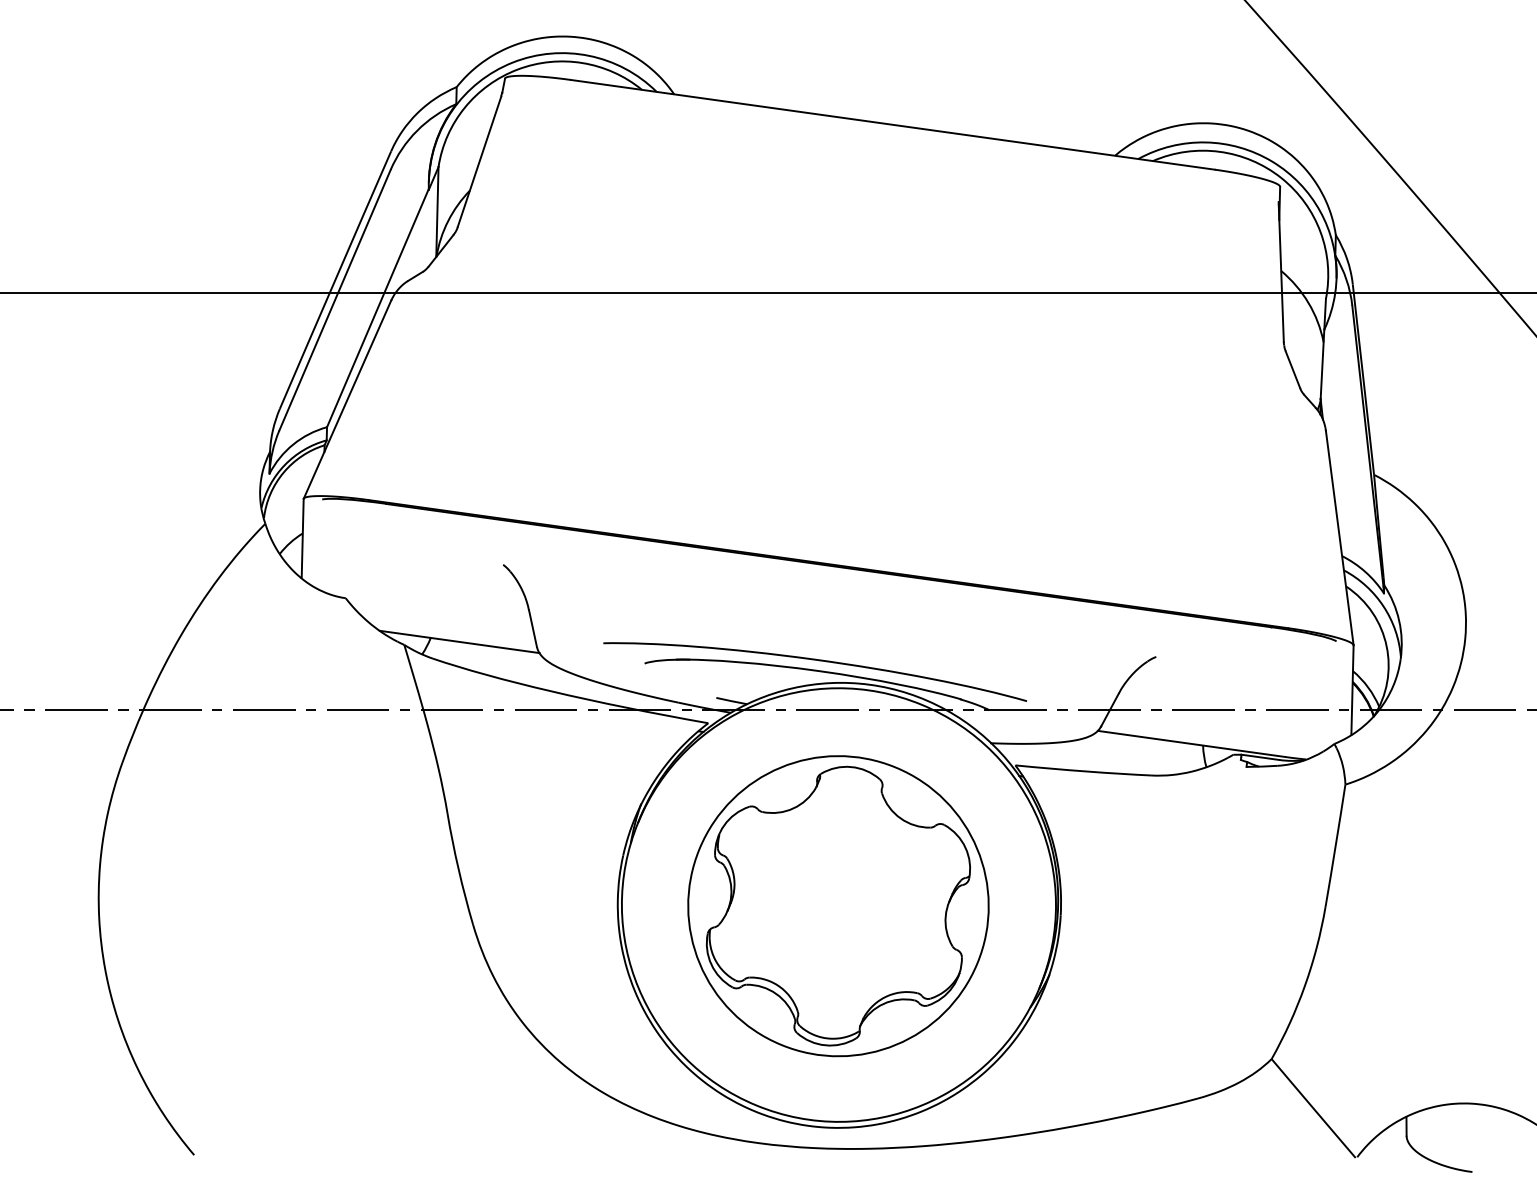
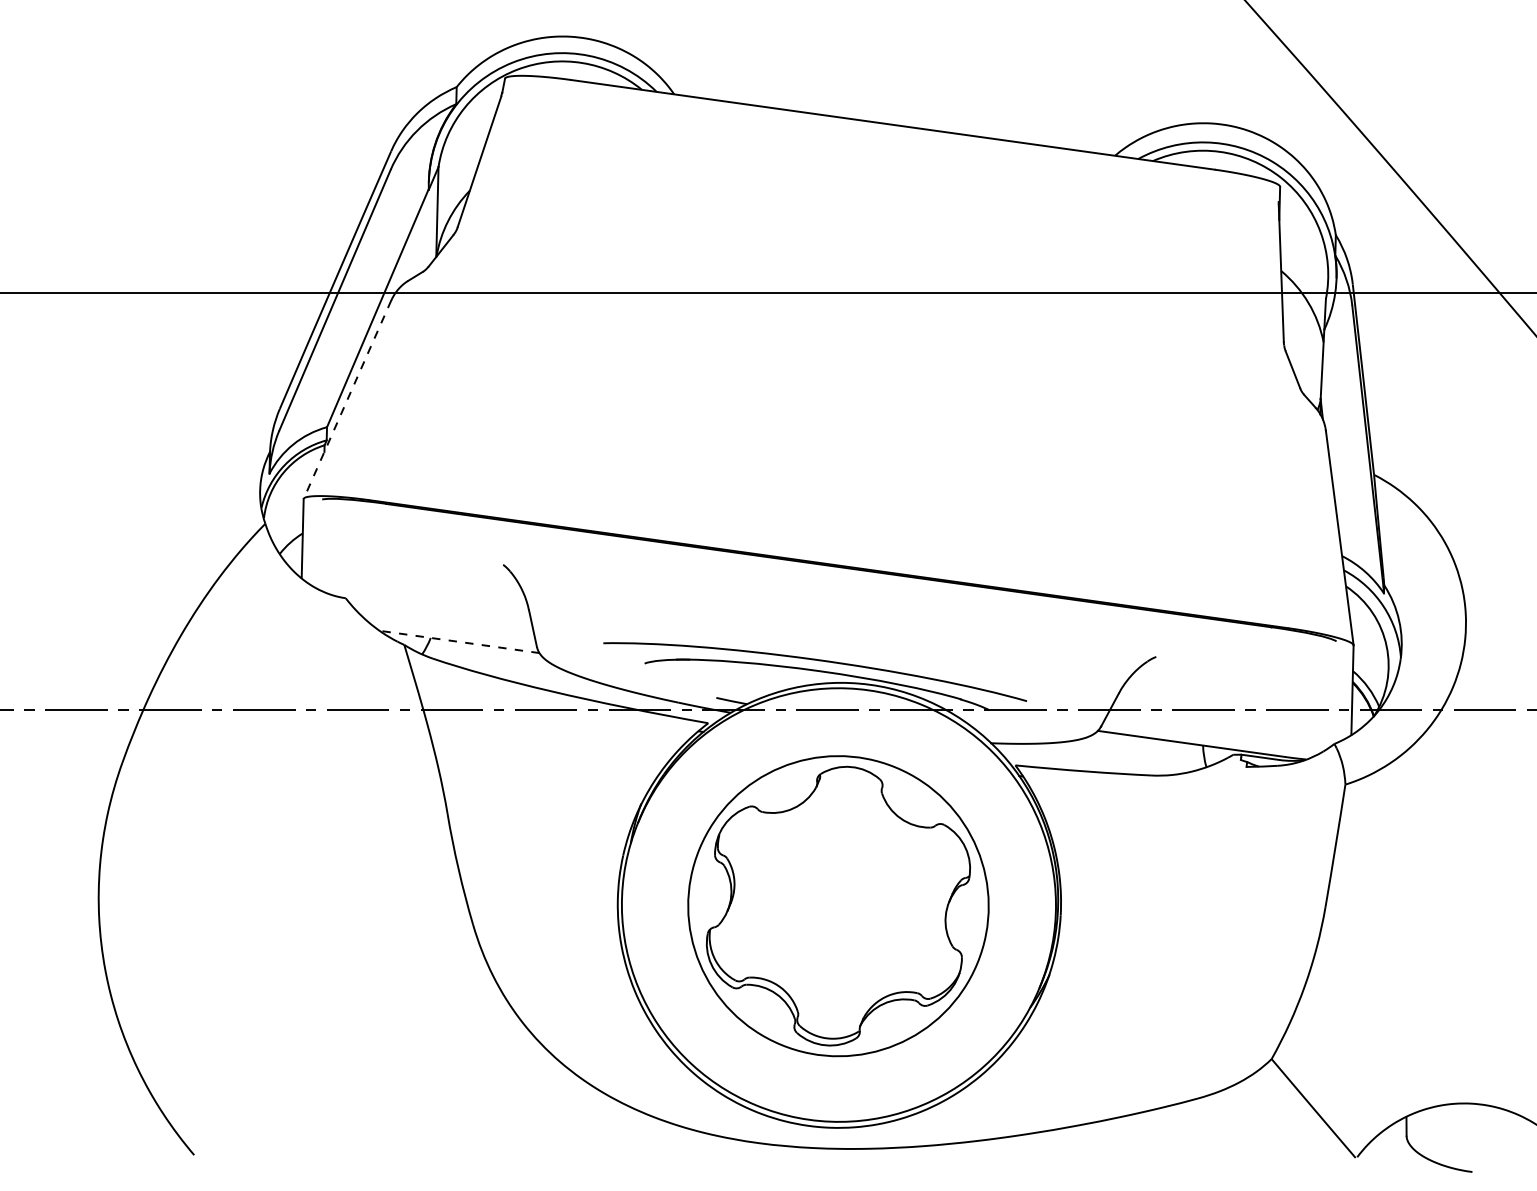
line at (347, 399): solid -> dashed
line at (459, 641): solid -> dashed
